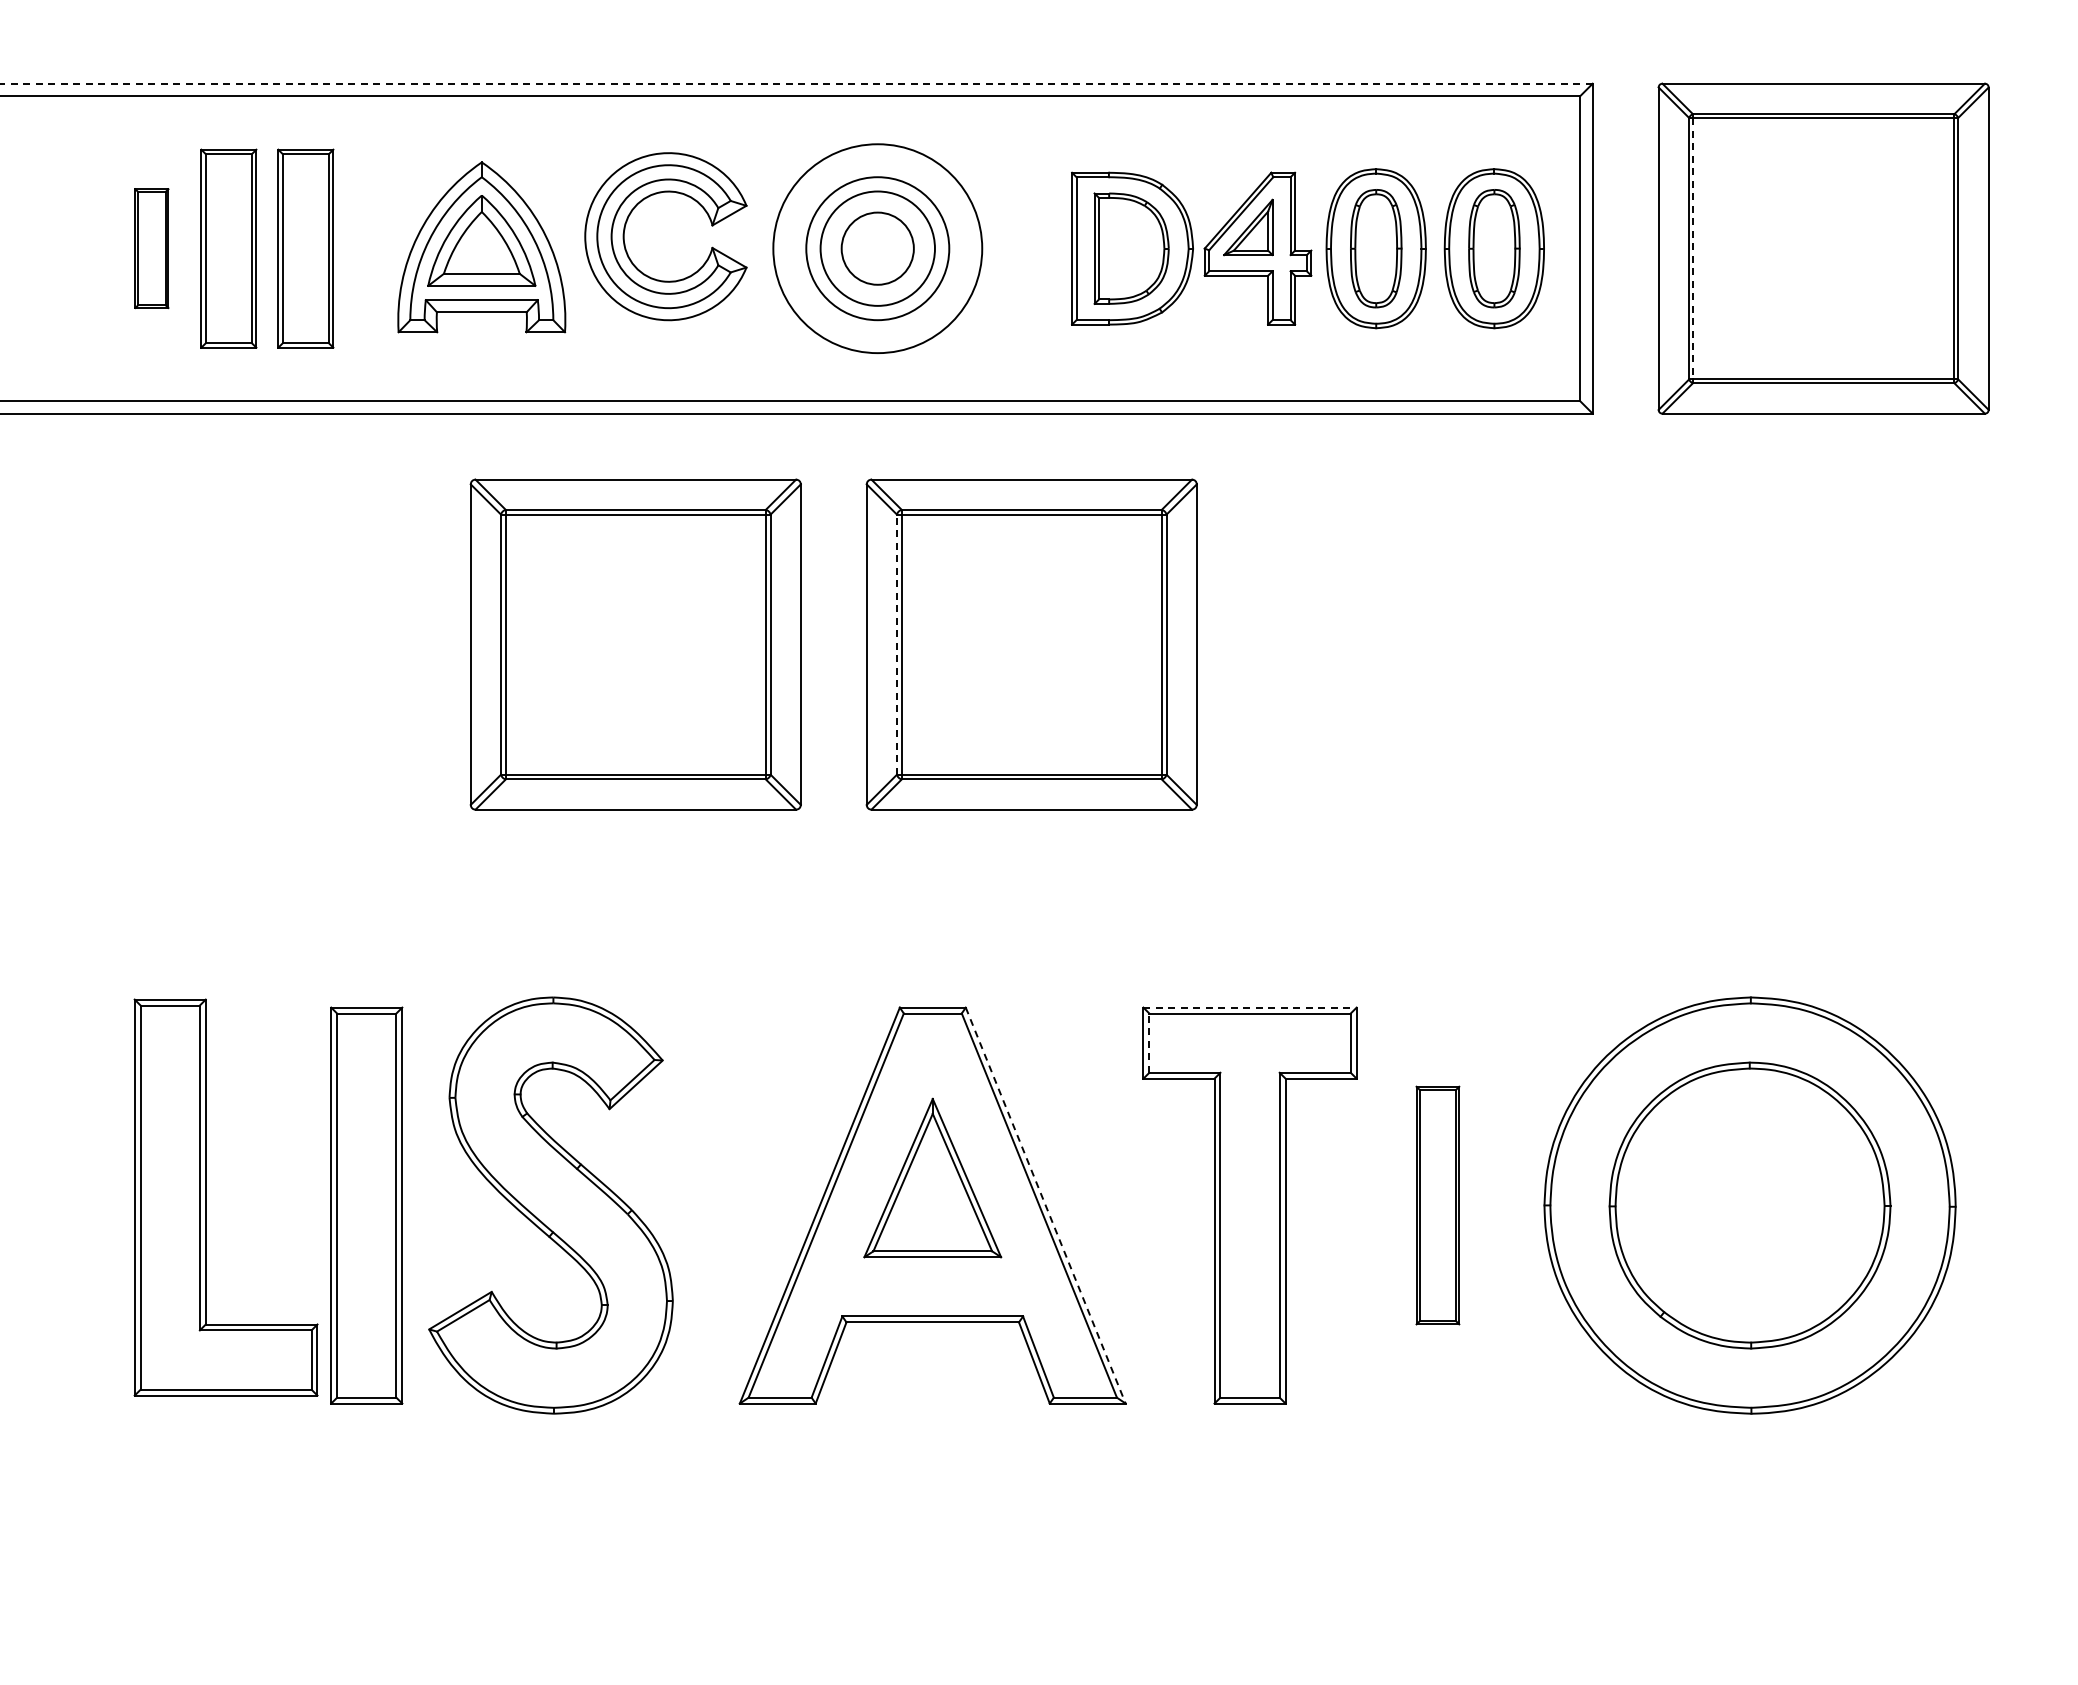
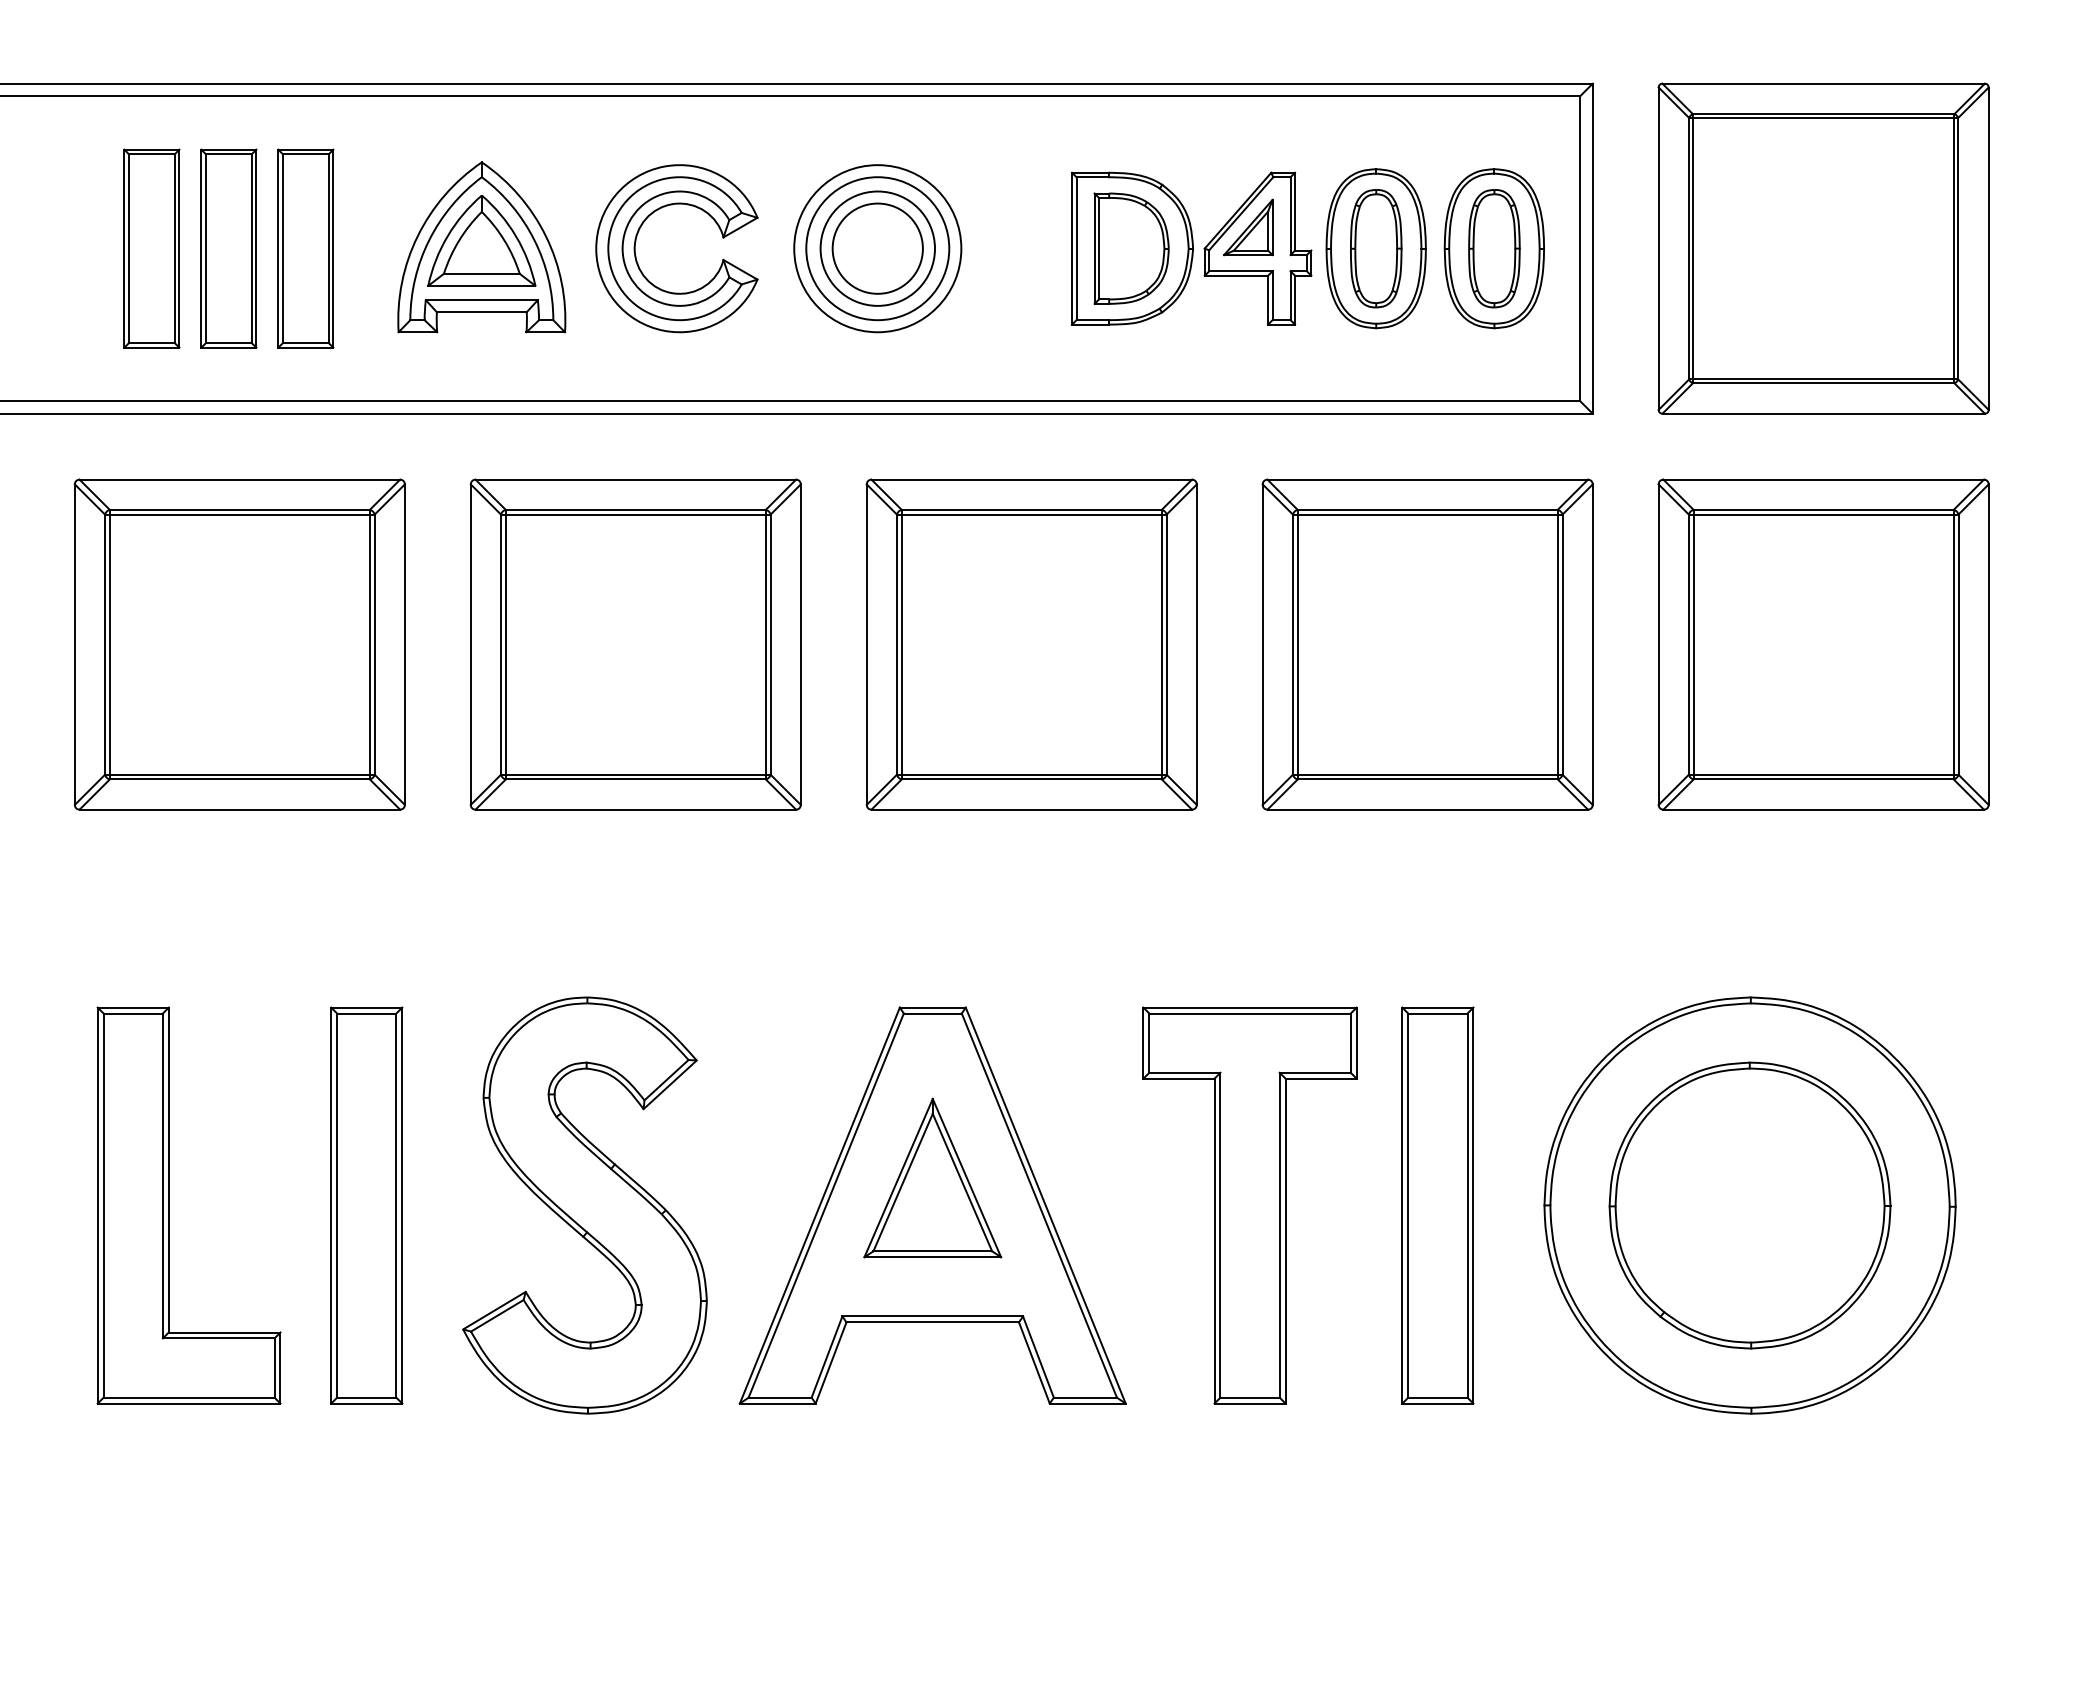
line at (796, 83): dashed -> solid
part at (625, 229) position: (625, 229) -> (636, 241)
part at (151, 248) size: 36x122 px -> 58x201 px
circle at (877, 248) diameter: 209 px -> 167 px
circle at (877, 248) diameter: 72 px -> 90 px
line at (1693, 248): dashed -> solid
part at (239, 644): none -> present
line at (896, 644): dashed -> solid
part at (1427, 644): none -> present
part at (1823, 644): none -> present
line at (1250, 1007): dashed -> solid
line at (1149, 1043): dashed -> solid
part at (206, 1197) position: (206, 1197) -> (169, 1205)
part at (550, 1205) position: (550, 1205) -> (584, 1205)
line at (1045, 1205): dashed -> solid
part at (1437, 1205) size: 46x241 px -> 74x399 px
